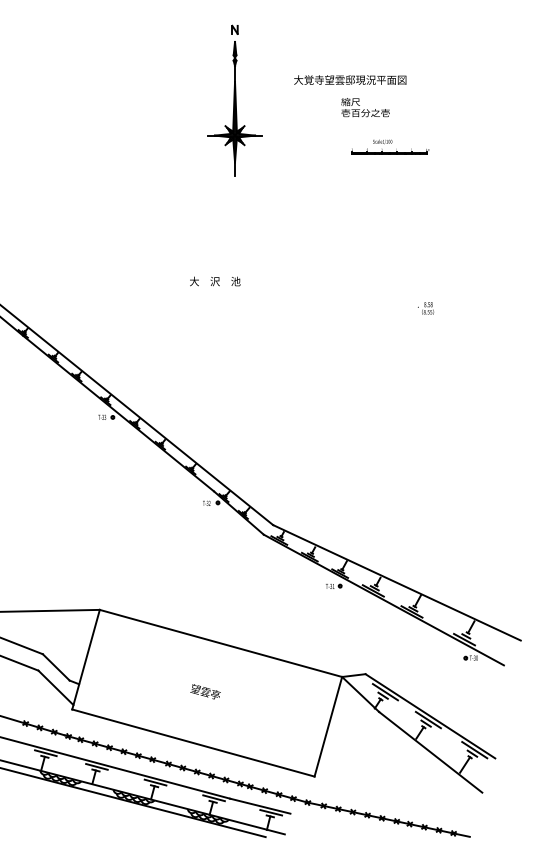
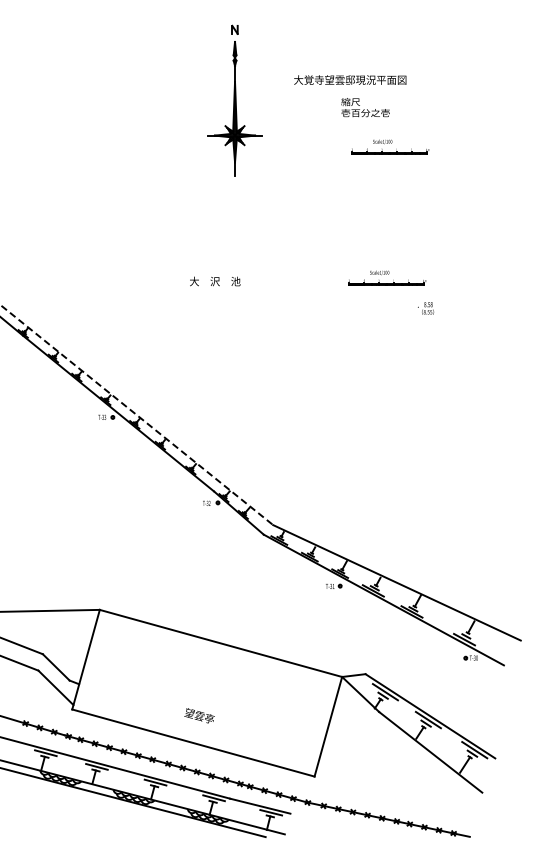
part at (387, 277): none -> present
line at (137, 415): solid -> dashed
text at (205, 691) position: (205, 691) -> (199, 715)
